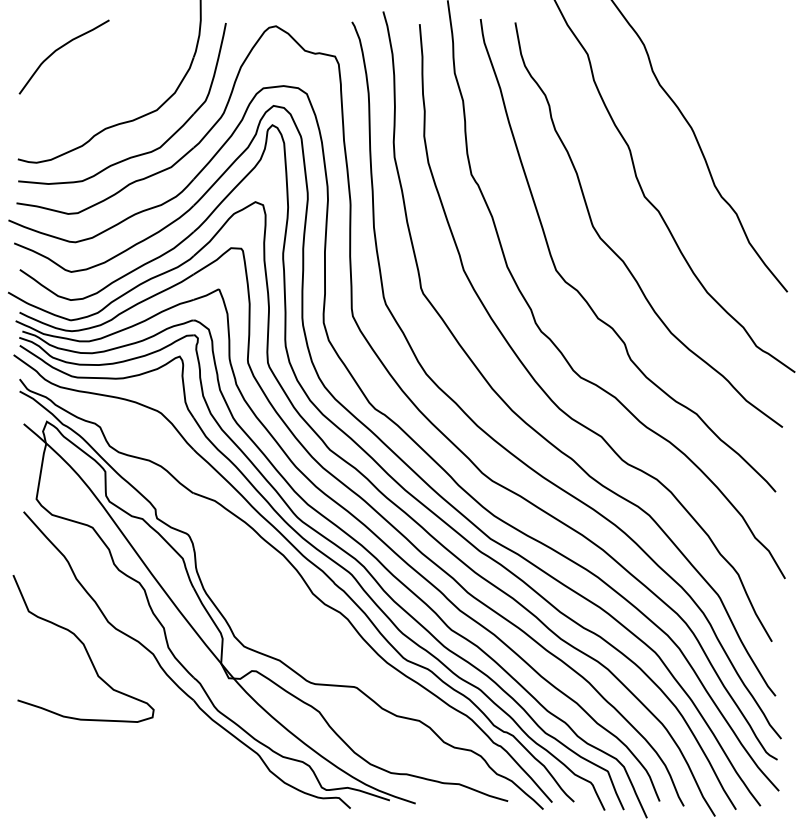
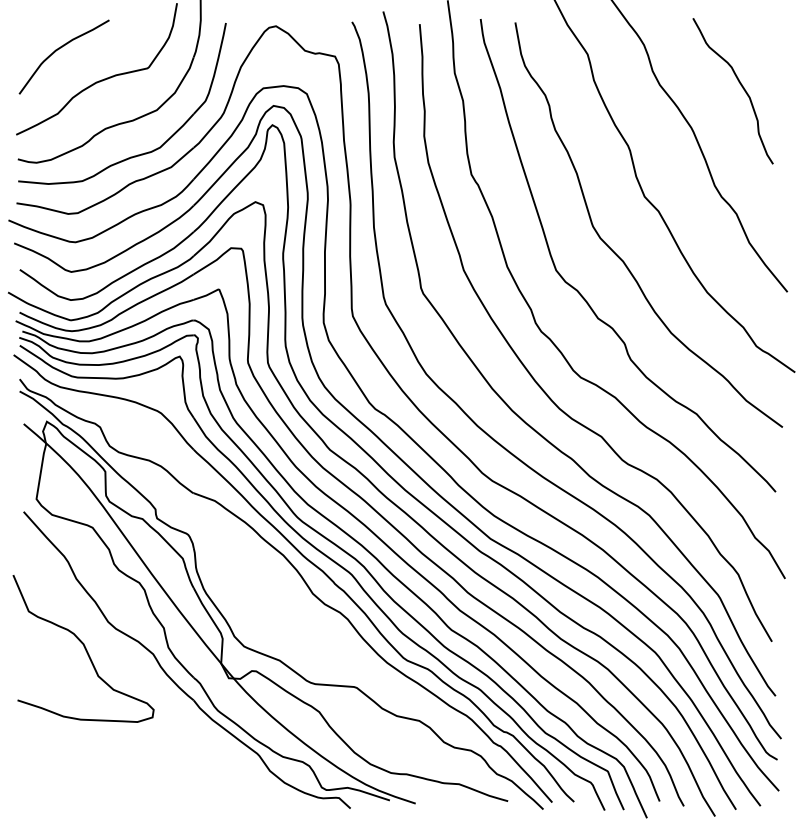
curve at (101, 79): none -> present
curve at (740, 85): none -> present
